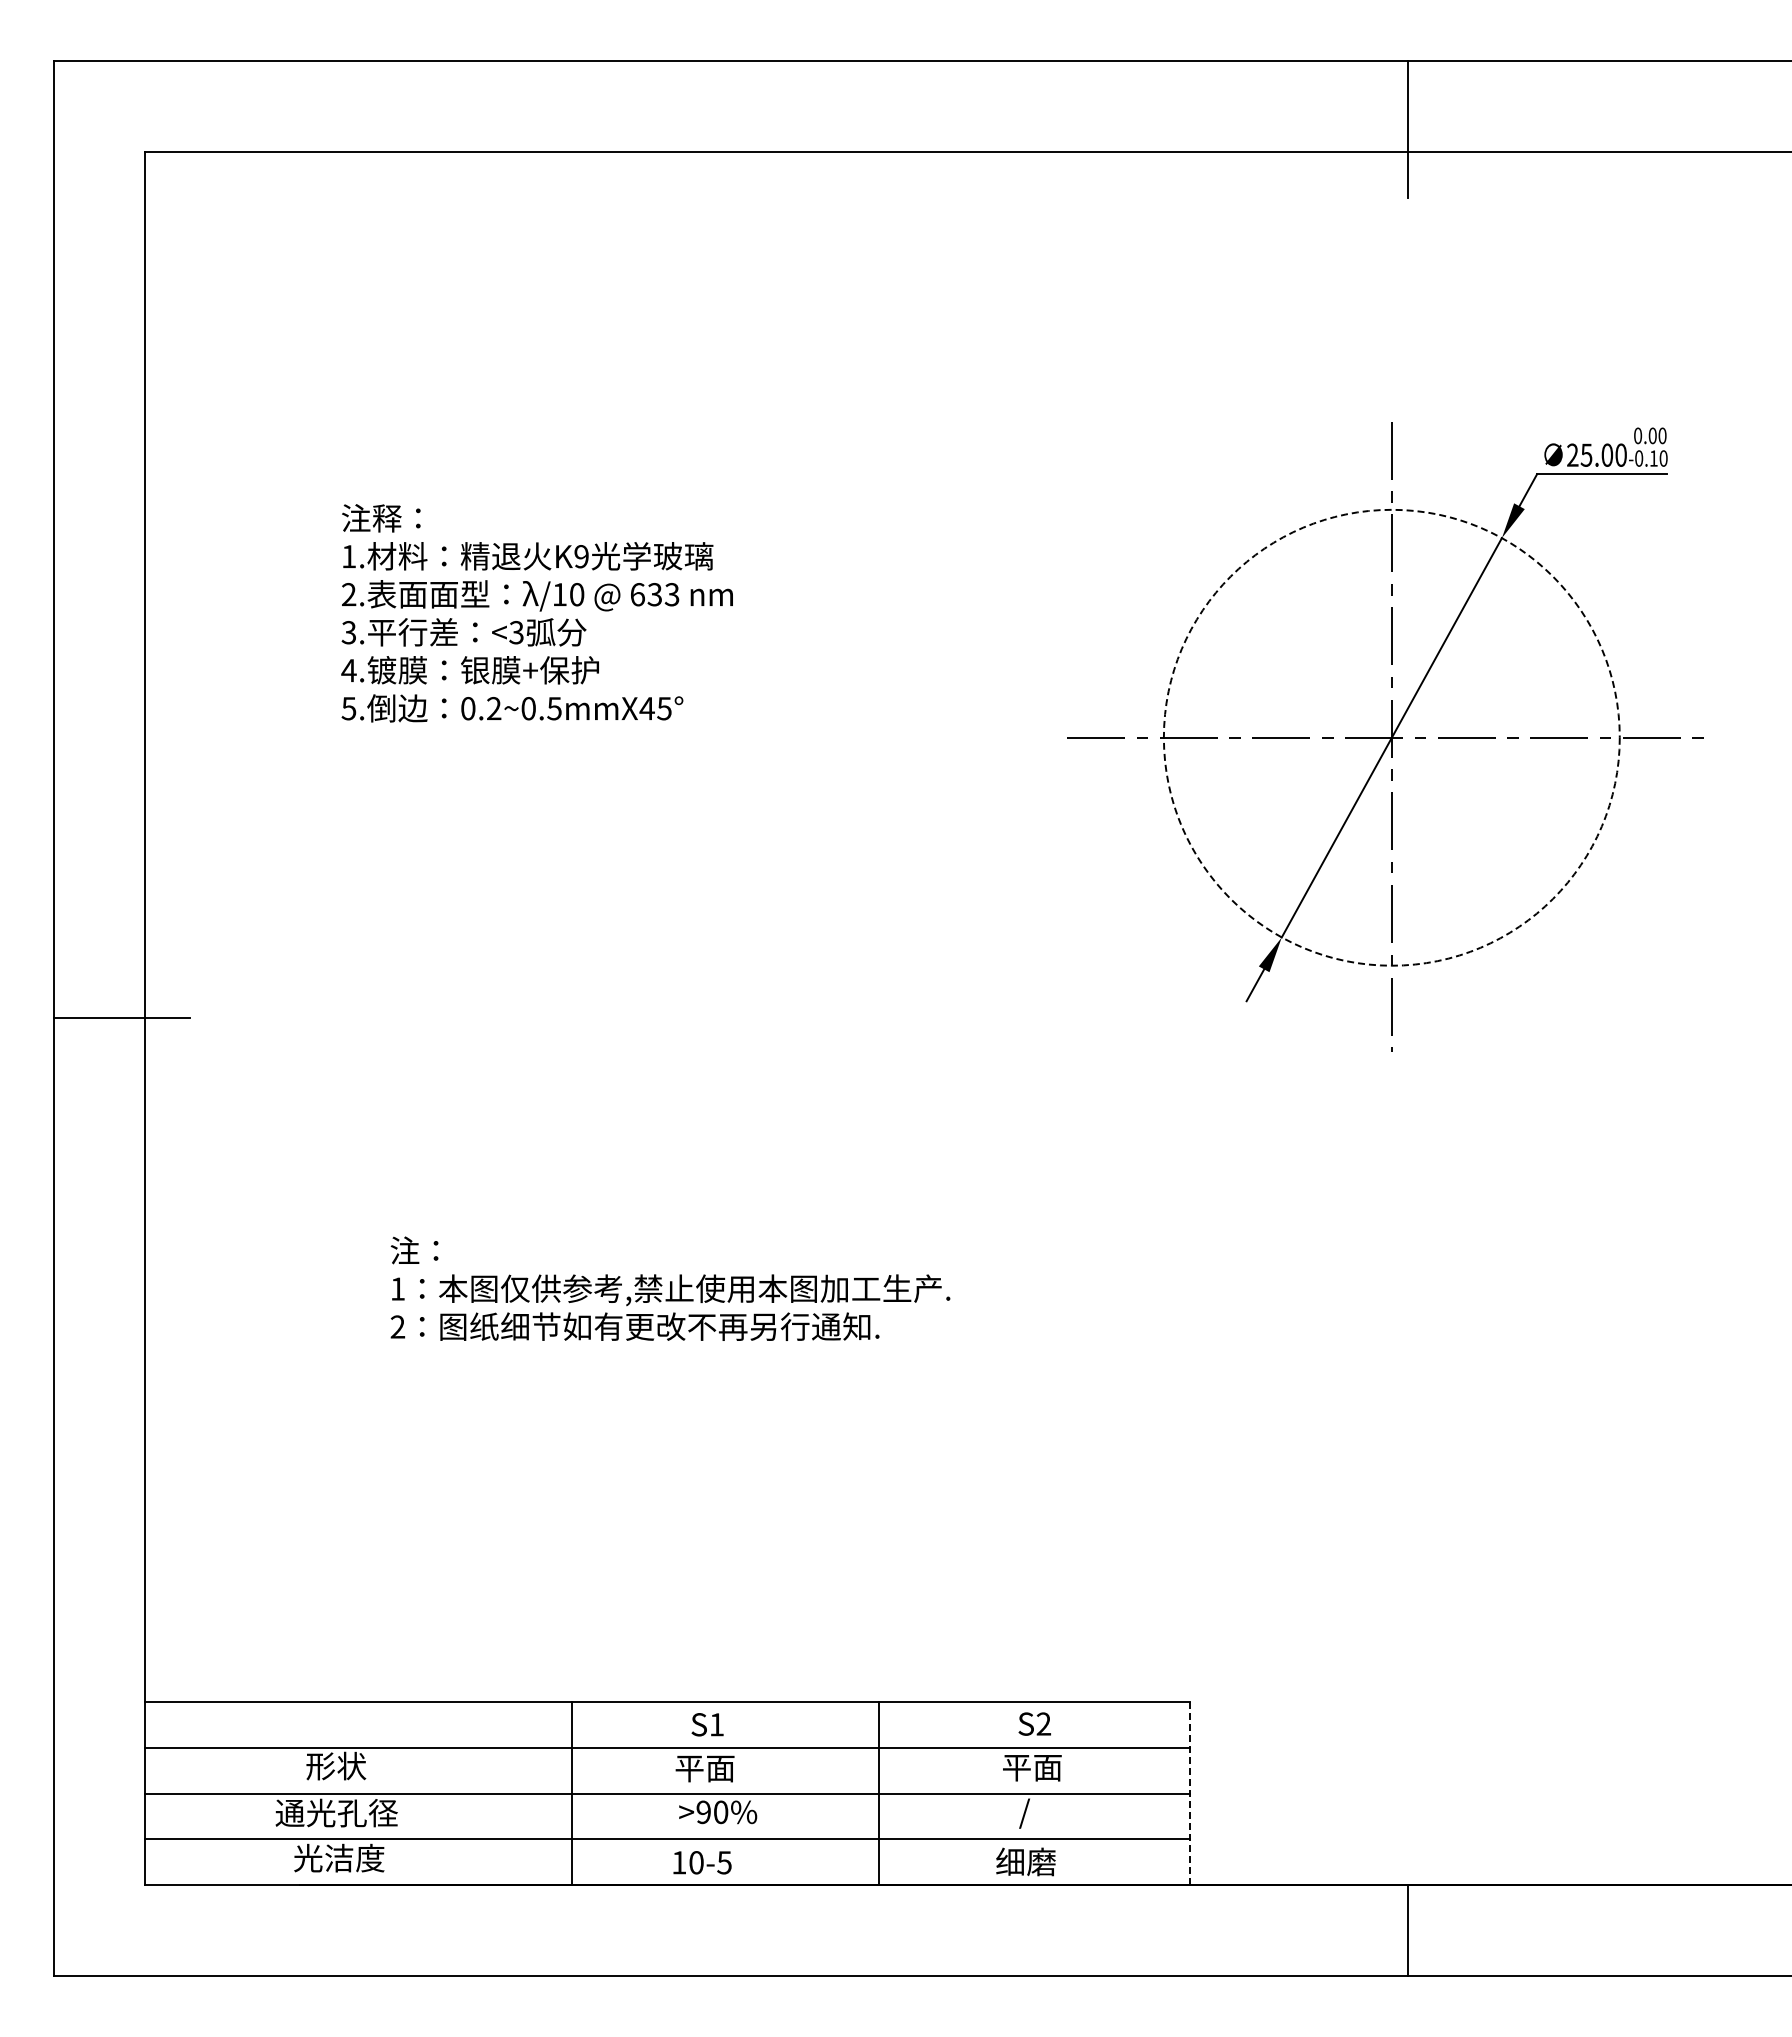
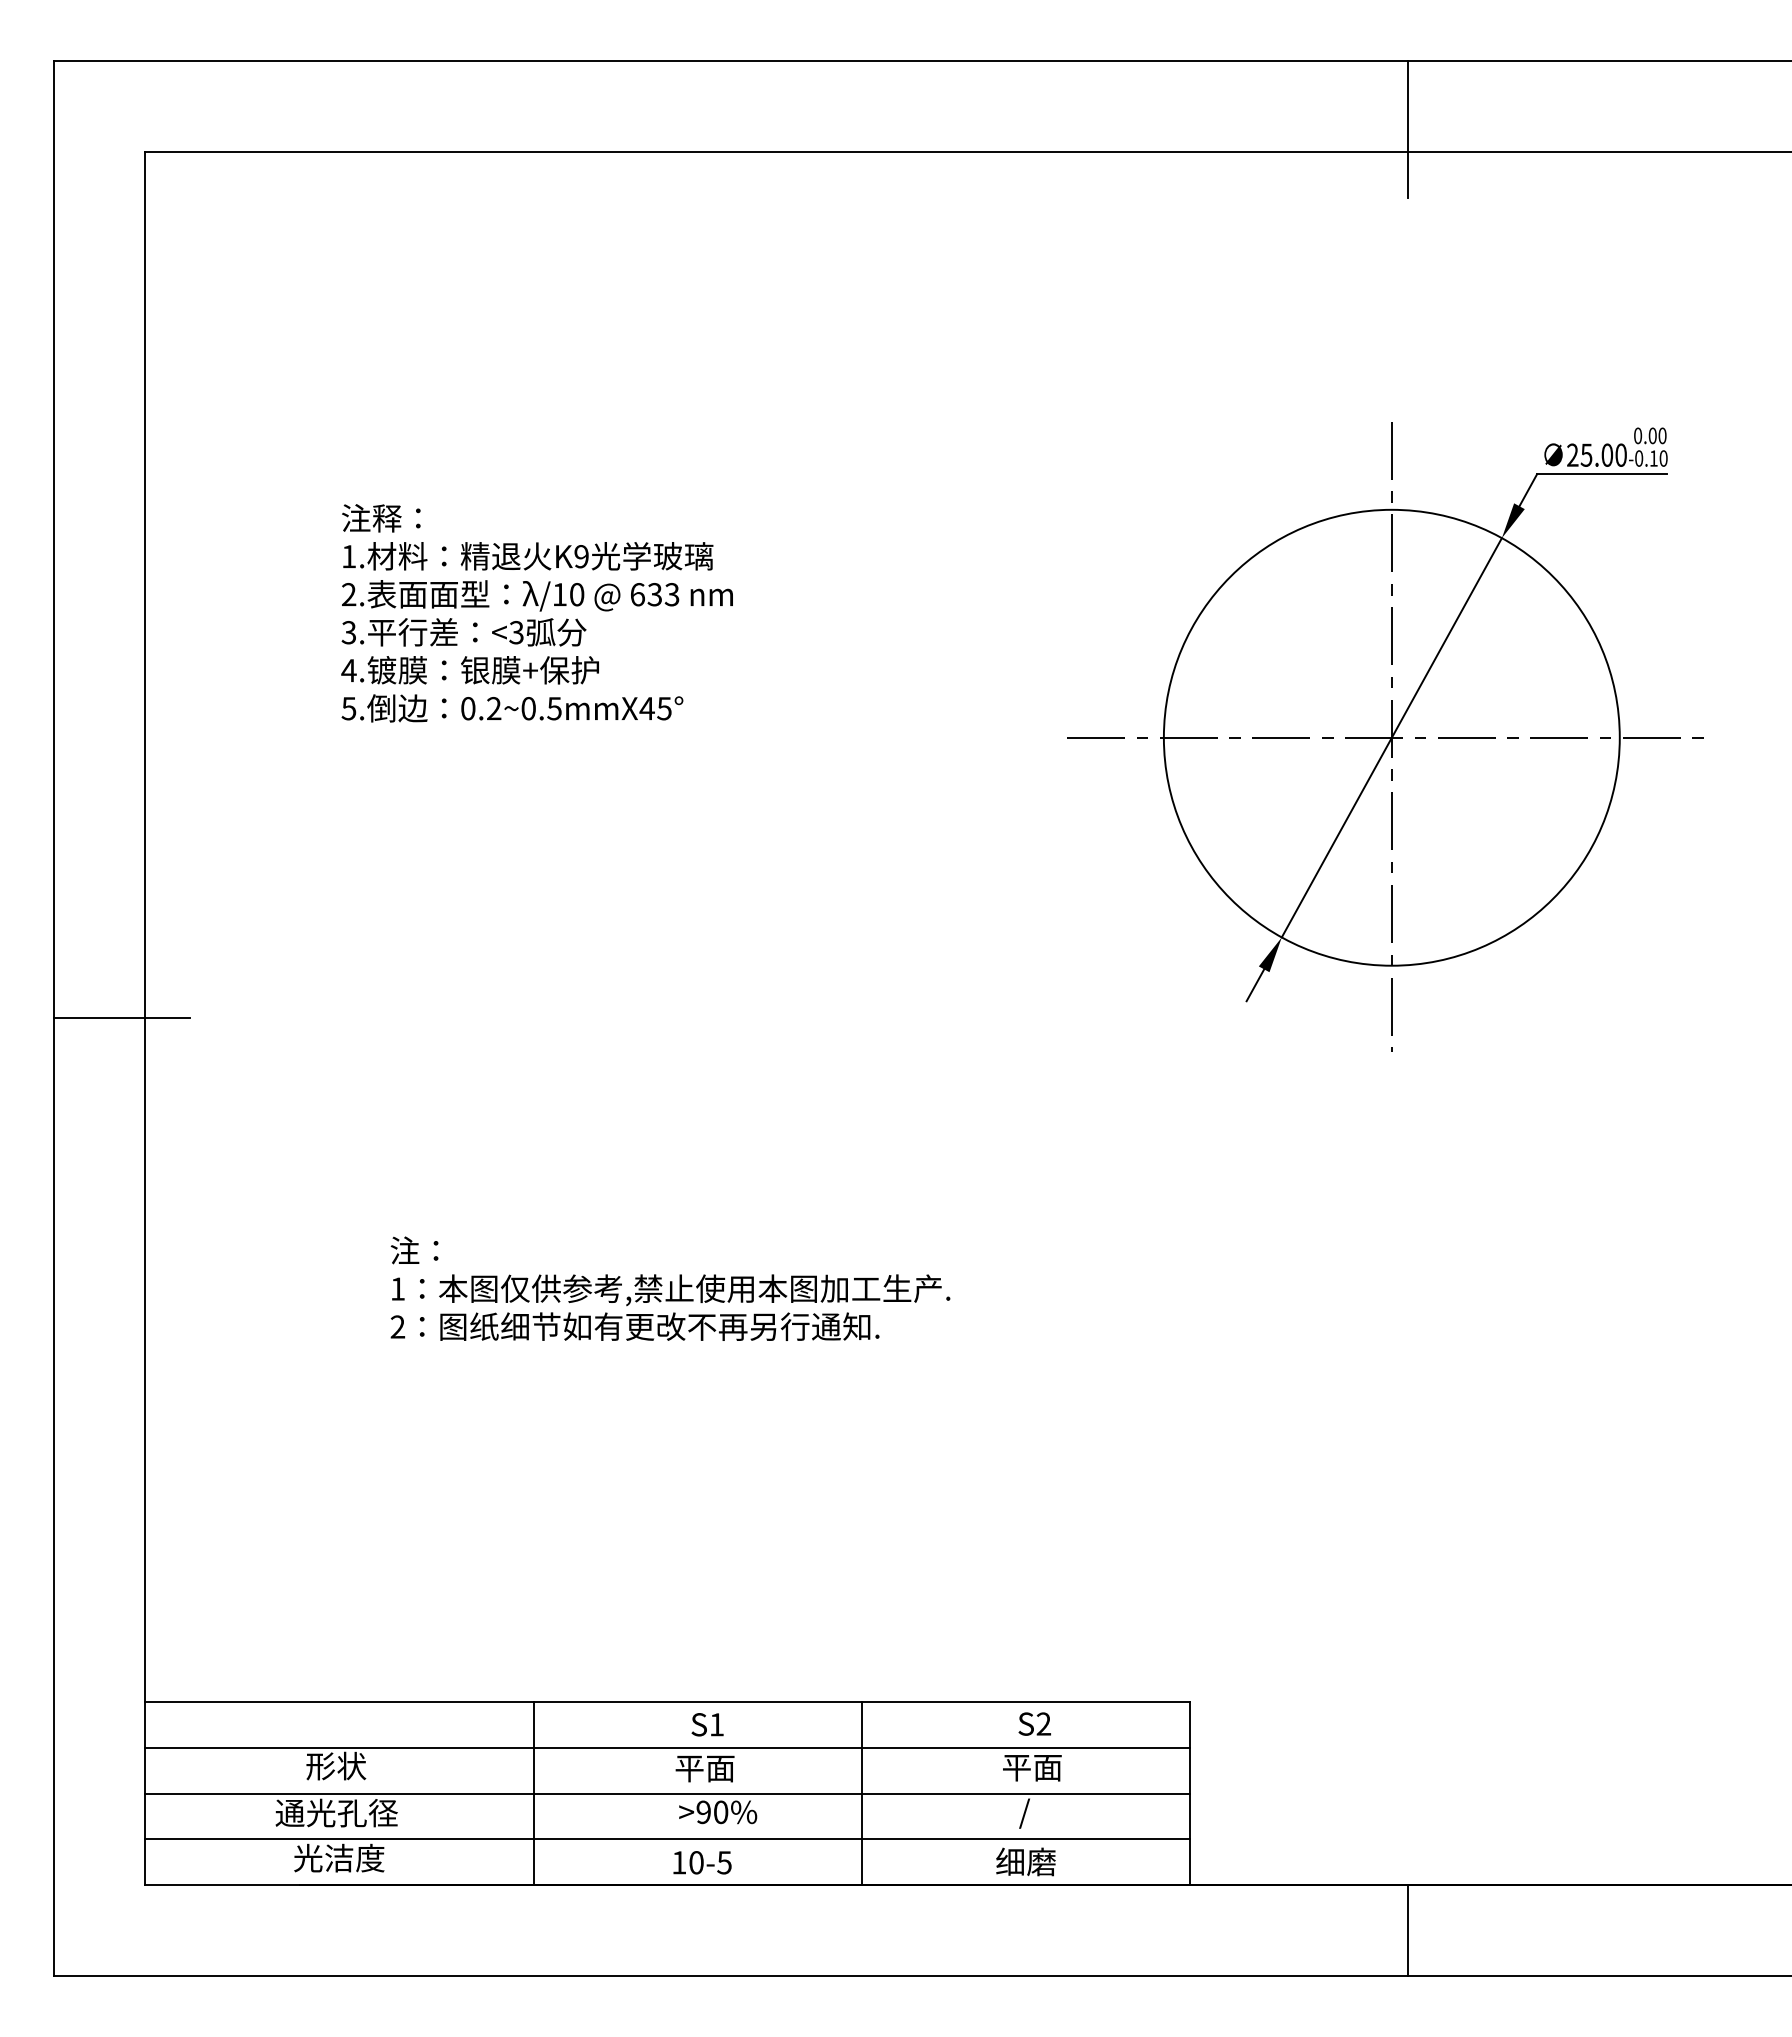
circle at (1391, 737): dashed -> solid
line at (571, 1793) position: (571, 1793) -> (533, 1793)
line at (878, 1793) position: (878, 1793) -> (861, 1793)
line at (1190, 1794): dashed -> solid
